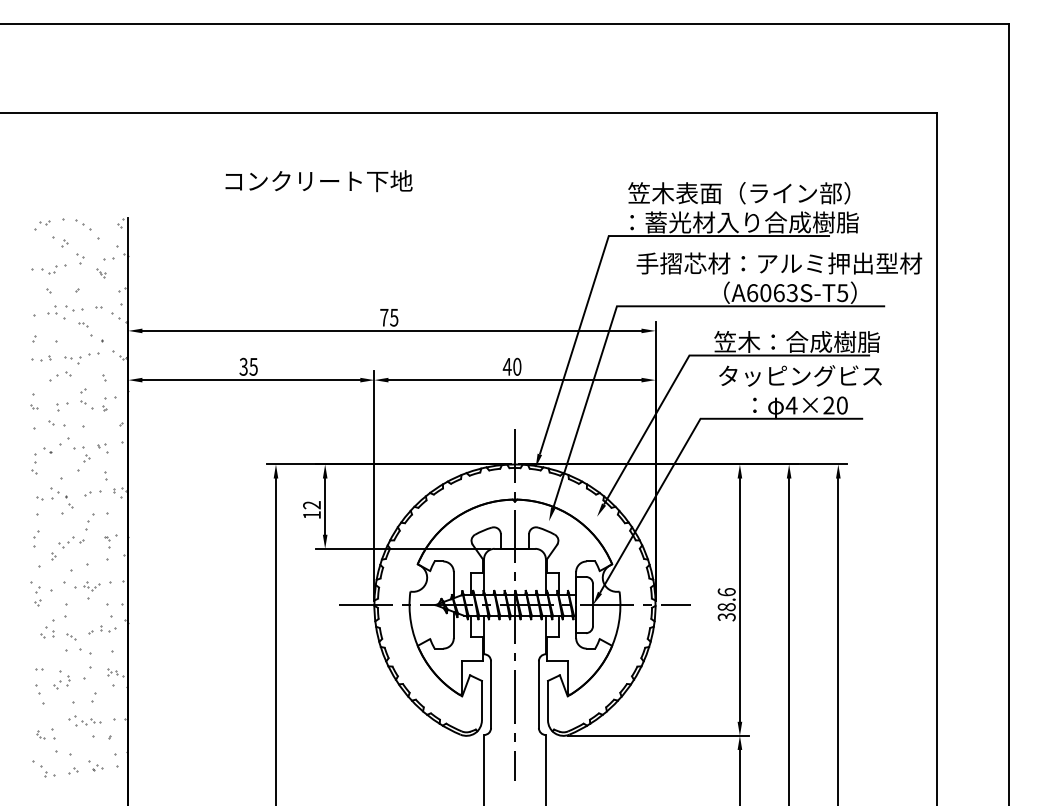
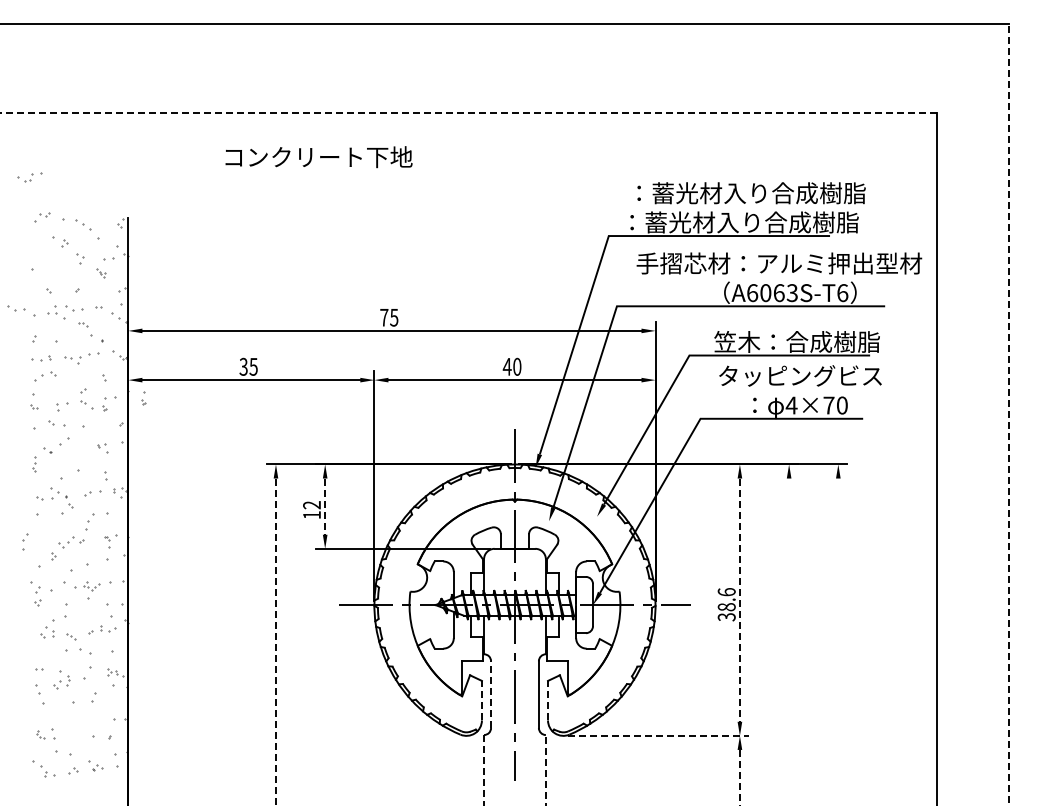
line at (467, 113): solid -> dashed
text at (318, 181) position: (318, 181) -> (318, 157)
text at (746, 193): 笠木表面（ライン部） -> ：蓄光材入り合成樹脂
part at (42, 225) position: (42, 225) -> (42, 217)
part at (53, 269) position: (53, 269) -> (29, 177)
text at (842, 293): A6063S-T5 -> A6063S-T6
part at (16, 308): none -> present
part at (60, 376) position: (60, 376) -> (45, 376)
part at (143, 398): none -> present
text at (828, 405): 4×20 -> 4×70
line at (1008, 414): solid -> dashed
part at (81, 454): present -> none
part at (34, 463) size: 7x22 px -> 5x17 px
line at (325, 507): solid -> dashed
part at (36, 538) position: (36, 538) -> (25, 541)
line at (739, 600): solid -> dashed
line at (789, 640): present -> none
line at (838, 640): present -> none
line at (275, 642): solid -> dashed
line at (491, 694): solid -> dashed
line at (481, 700): solid -> dashed
line at (548, 700): solid -> dashed
part at (84, 720): present -> none
line at (658, 735): solid -> dashed
line at (545, 769): solid -> dashed
line at (484, 770): solid -> dashed
line at (739, 777): solid -> dashed
